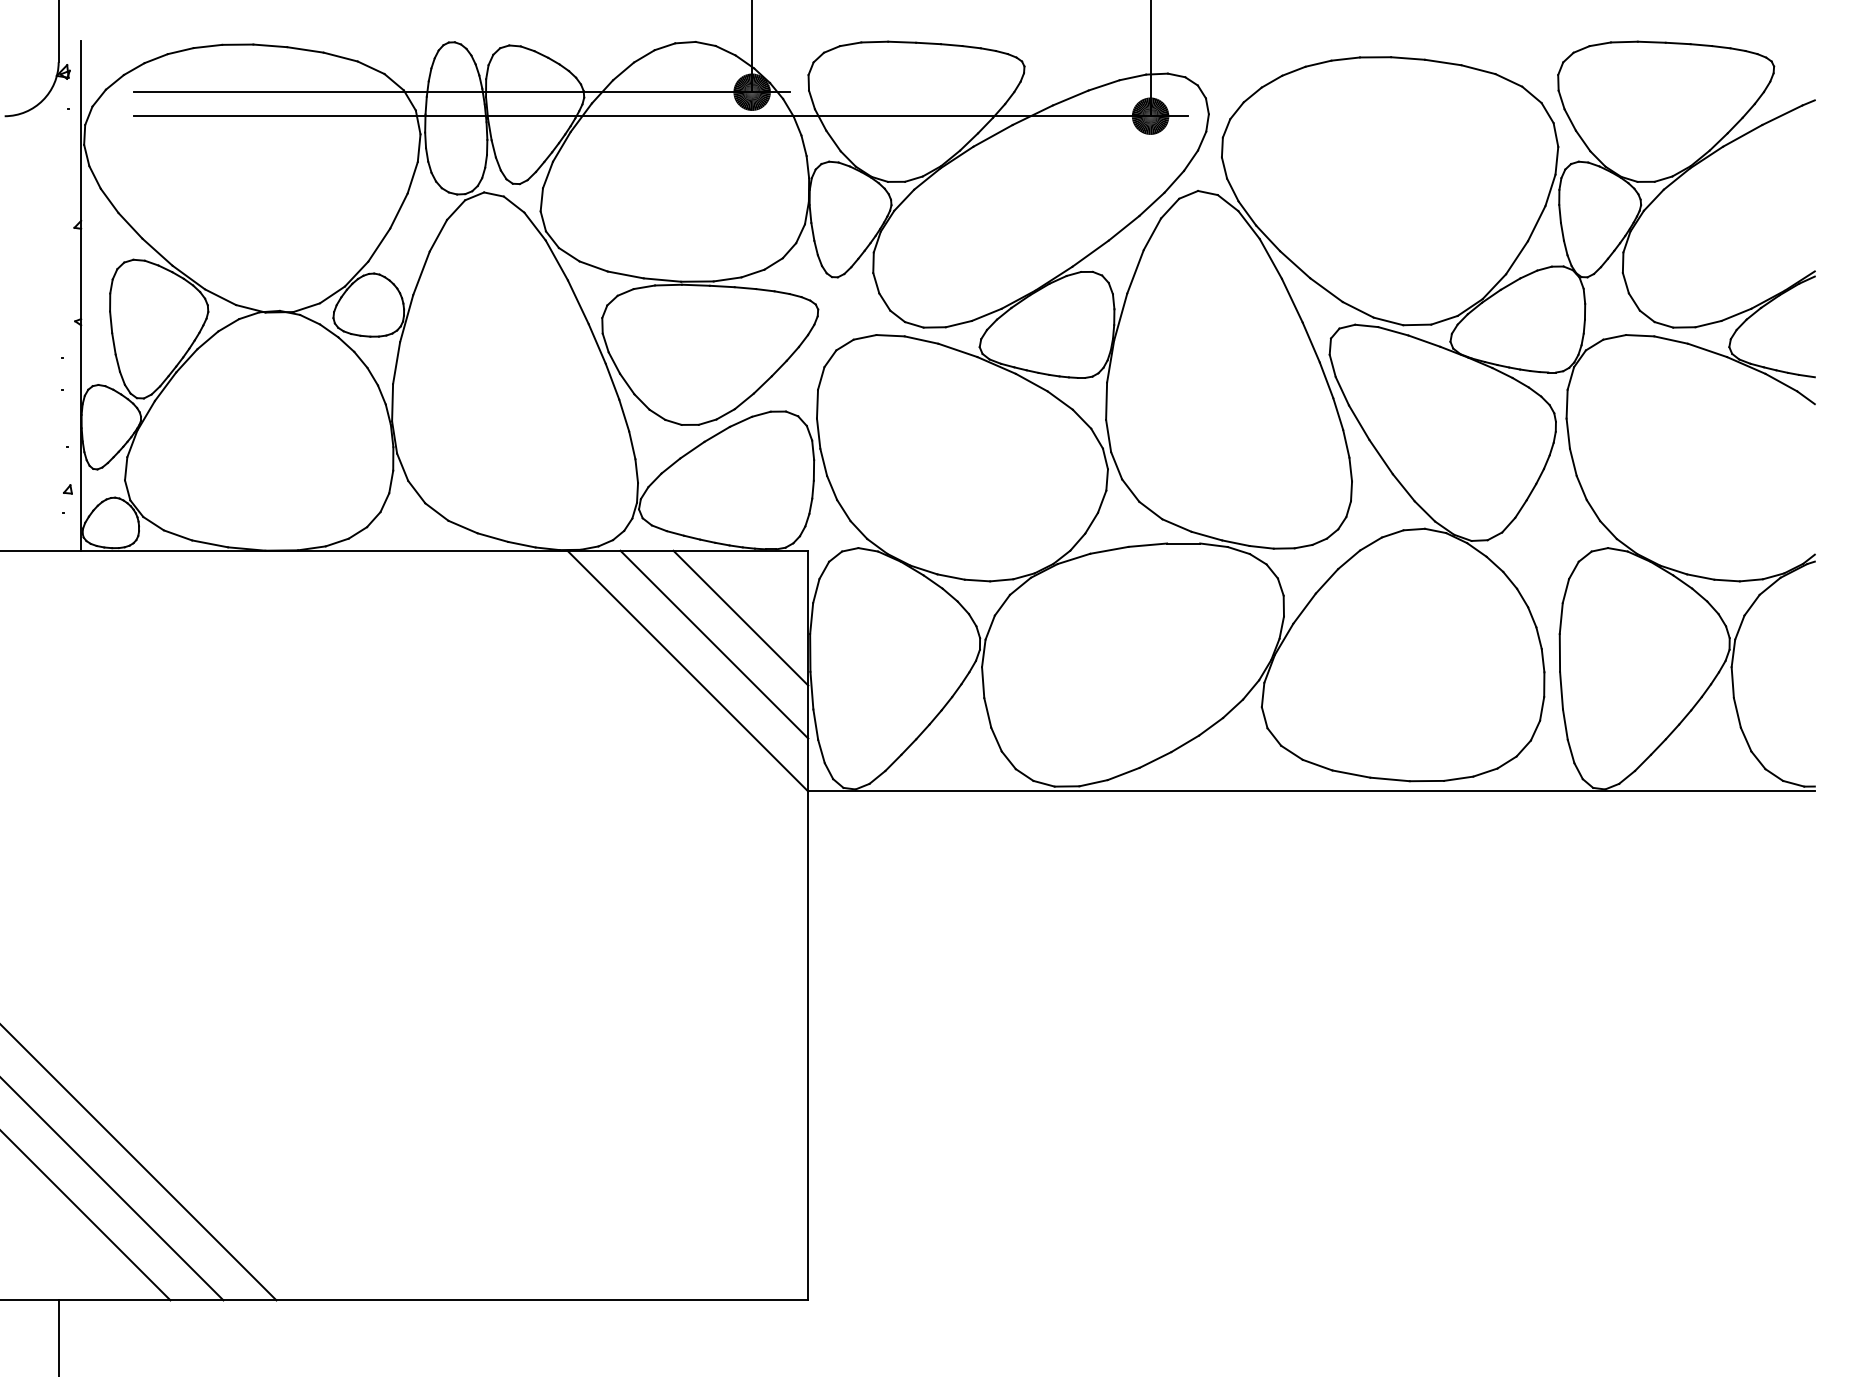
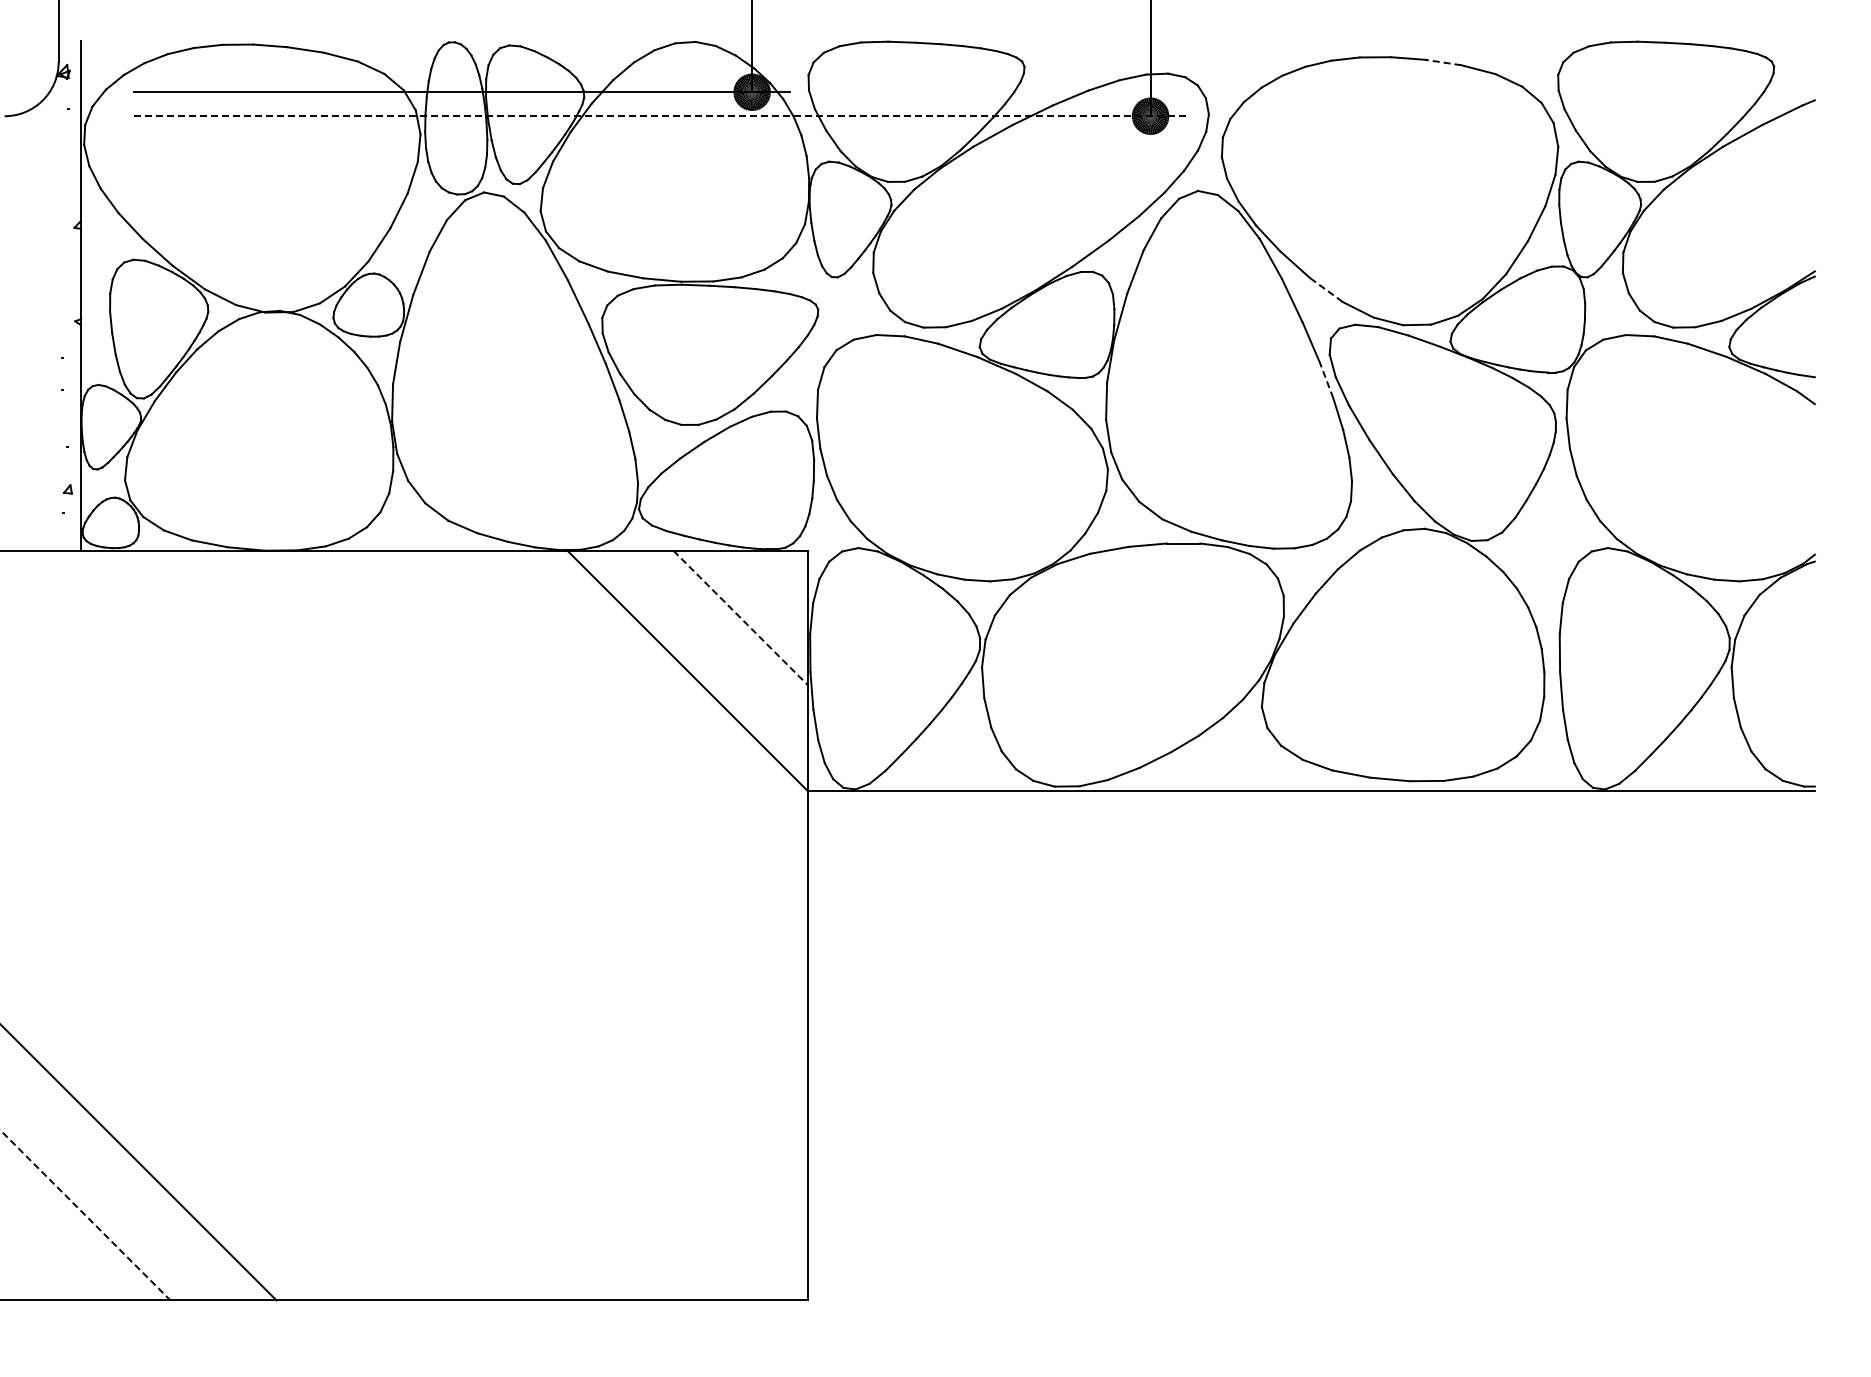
line at (1442, 62): solid -> dashed
line at (661, 116): solid -> dashed
line at (1326, 290): solid -> dashed
line at (1326, 379): solid -> dashed
line at (741, 618): solid -> dashed
line at (714, 644): present -> none
line at (112, 1189): present -> none
line at (85, 1215): solid -> dashed
line at (58, 1336): present -> none
